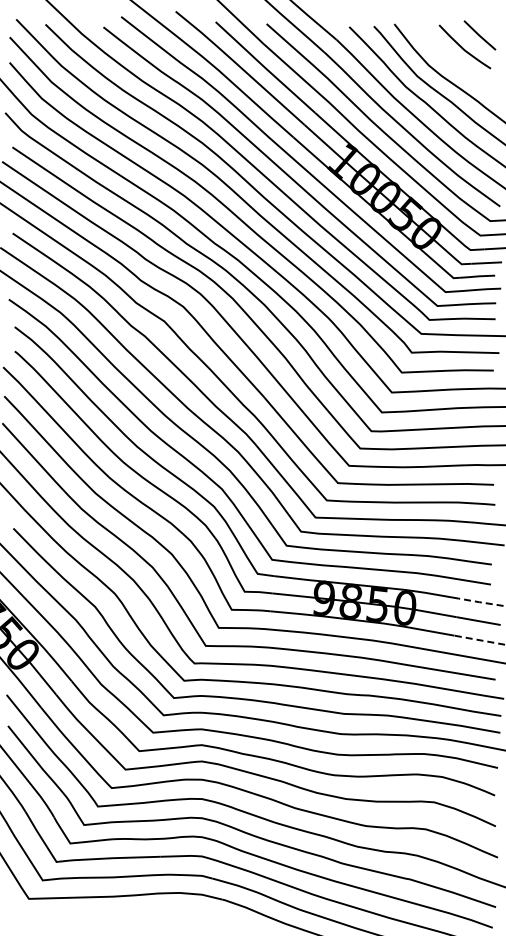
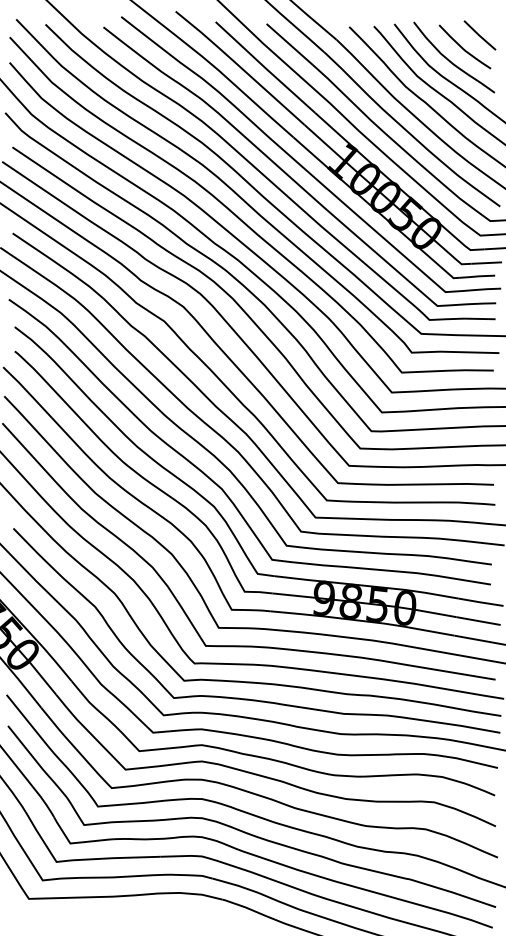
curve at (450, 60): none -> present
line at (480, 602): dashed -> solid
line at (479, 640): dashed -> solid
